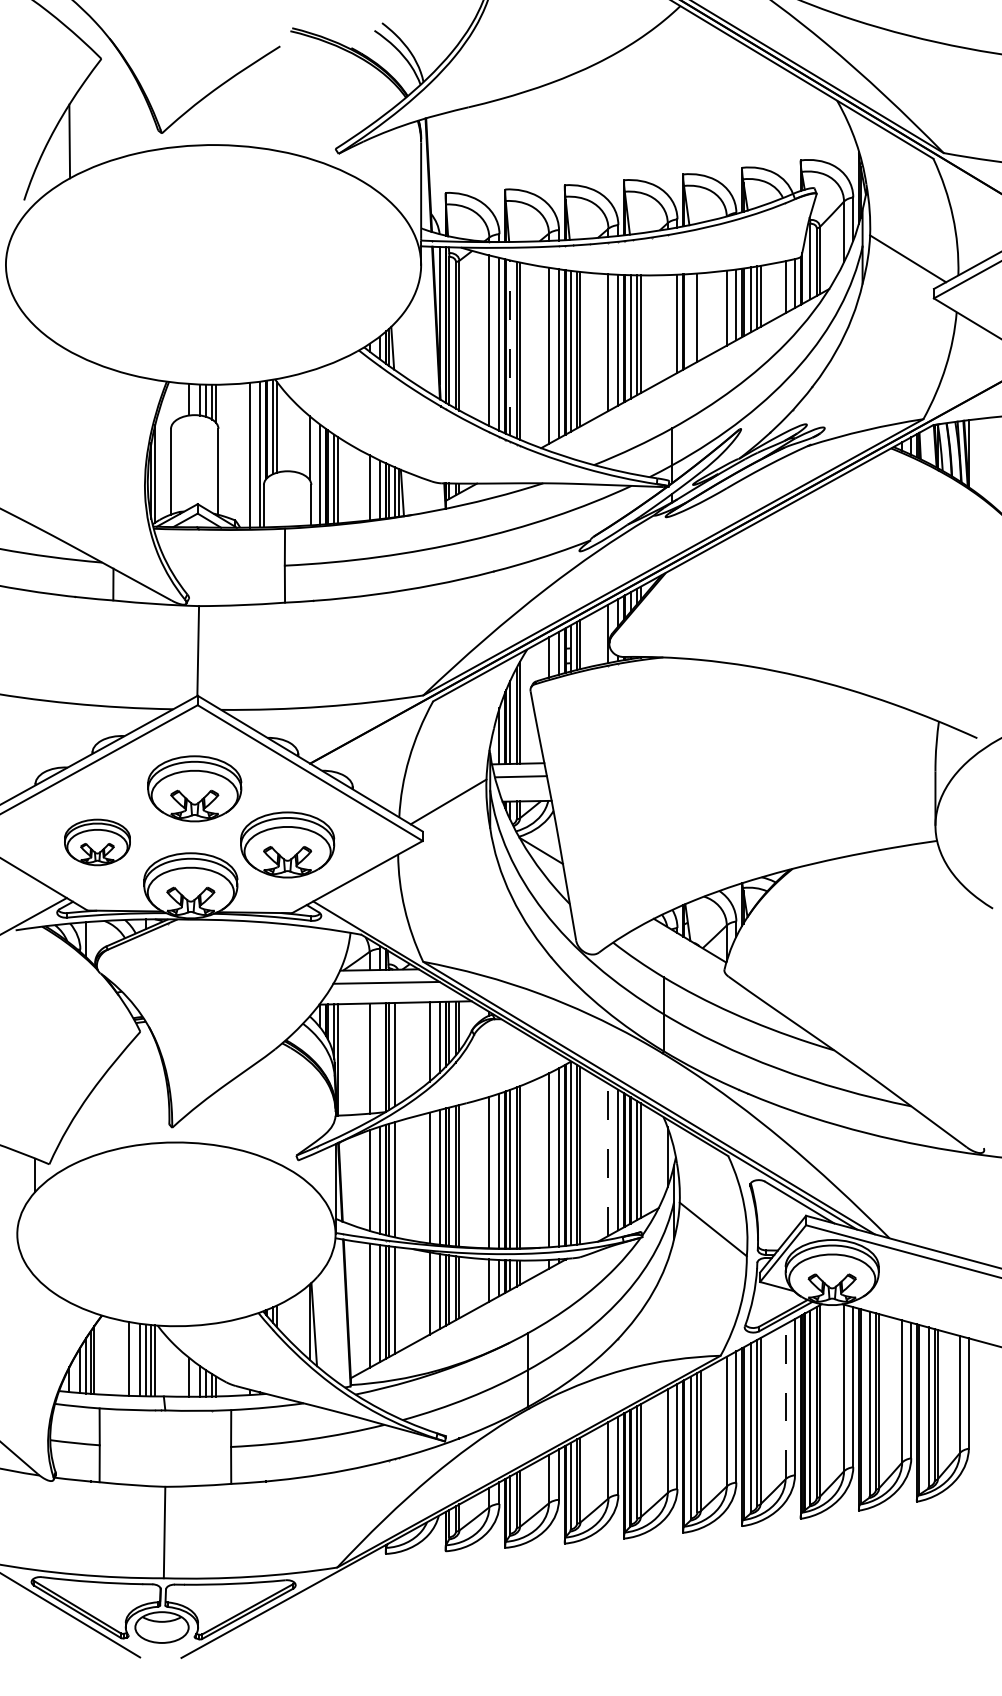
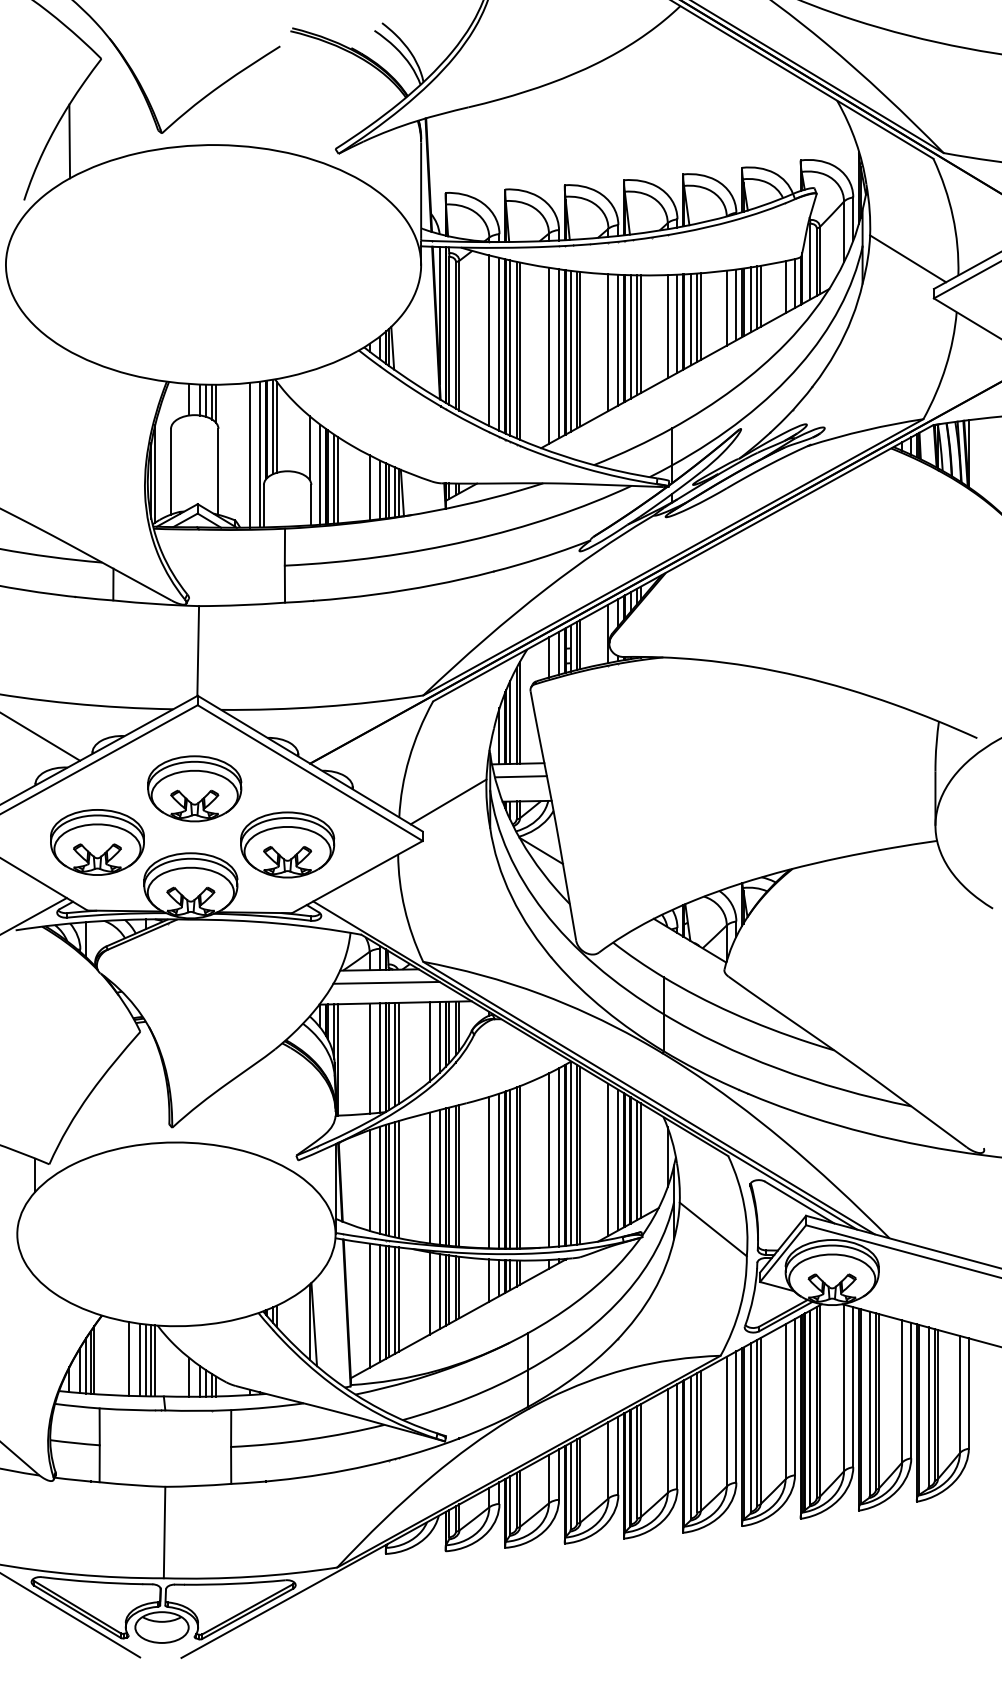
line at (700, 316): none -> present
line at (690, 319): none -> present
line at (667, 326): none -> present
line at (510, 347): dashed -> solid
line at (41, 736): none -> present
part at (97, 842) size: 67x49 px -> 95x67 px
line at (398, 1053): none -> present
line at (380, 1057): none -> present
line at (608, 1159): dashed -> solid
line at (398, 1179): none -> present
line at (398, 1299): none -> present
line at (785, 1401): dashed -> solid
